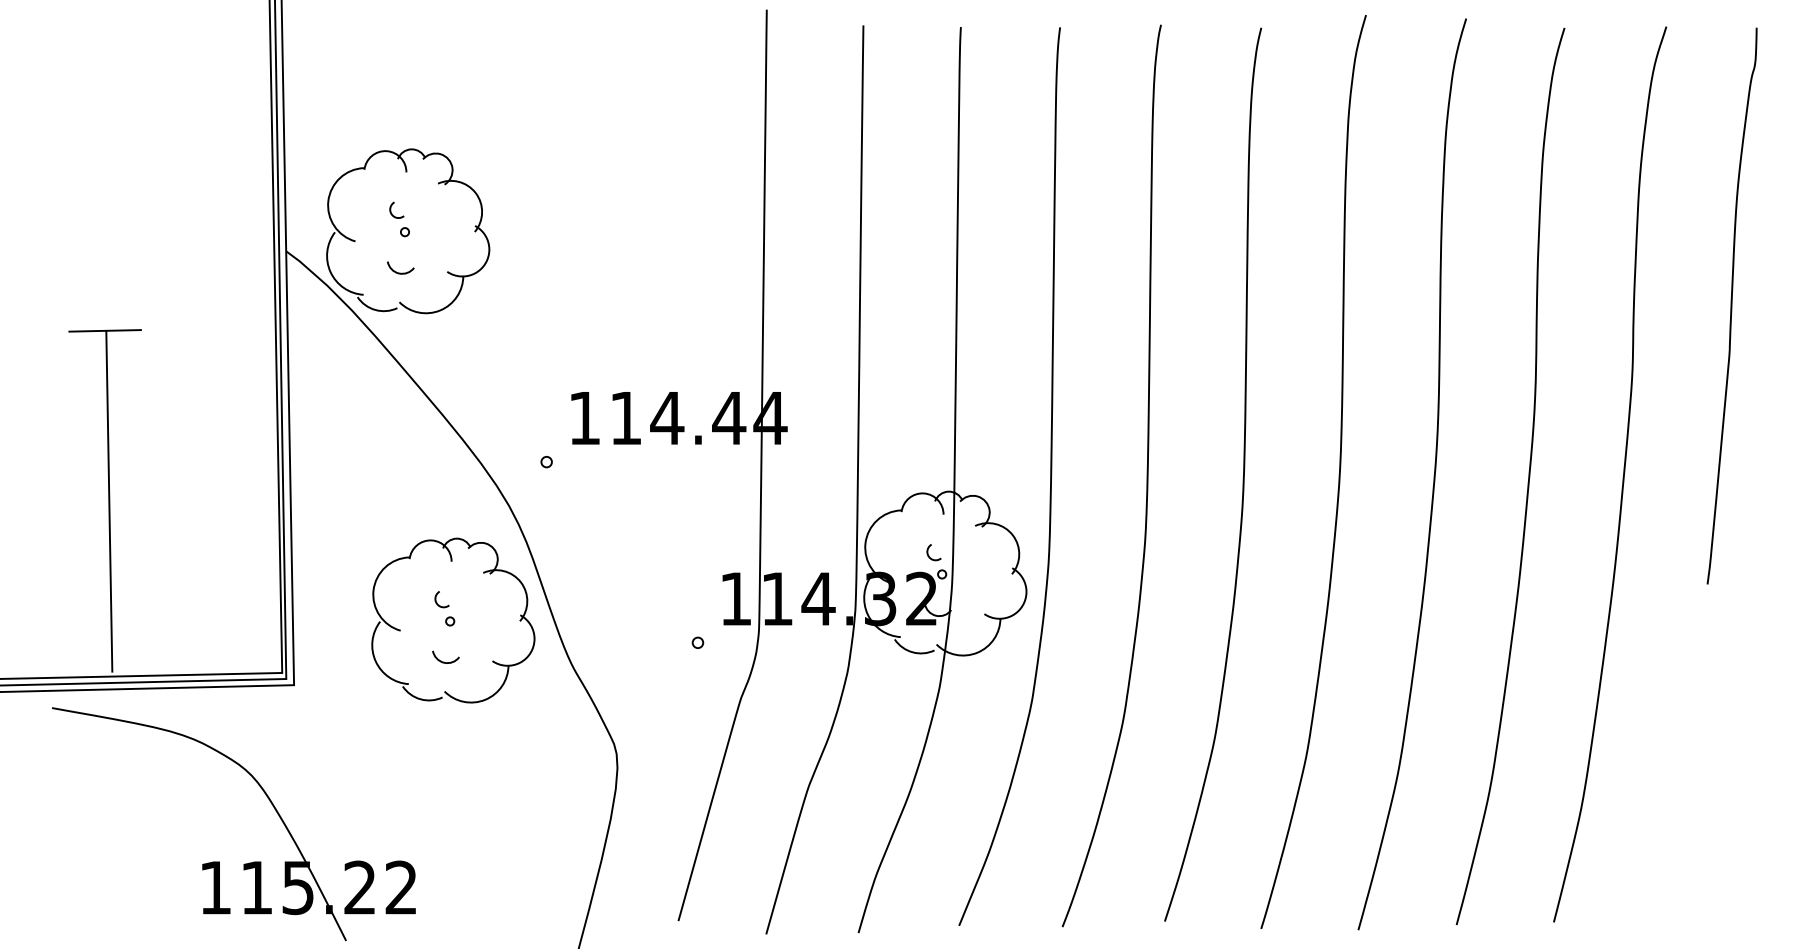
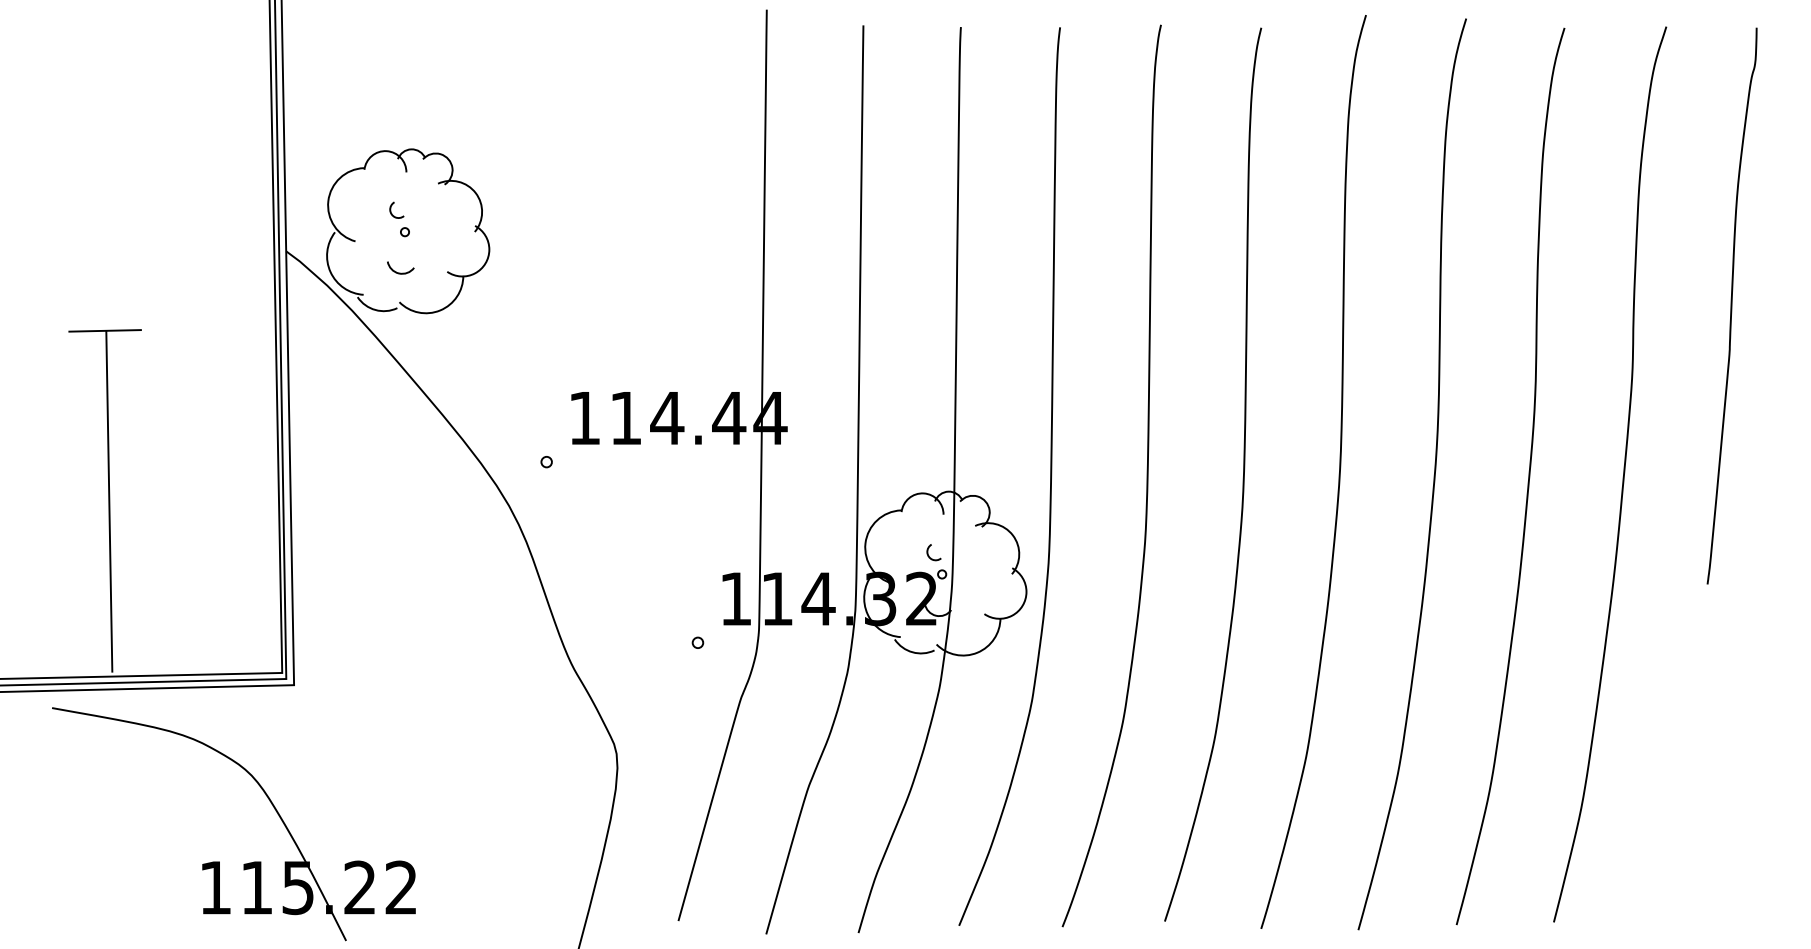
part at (453, 620): present -> none
